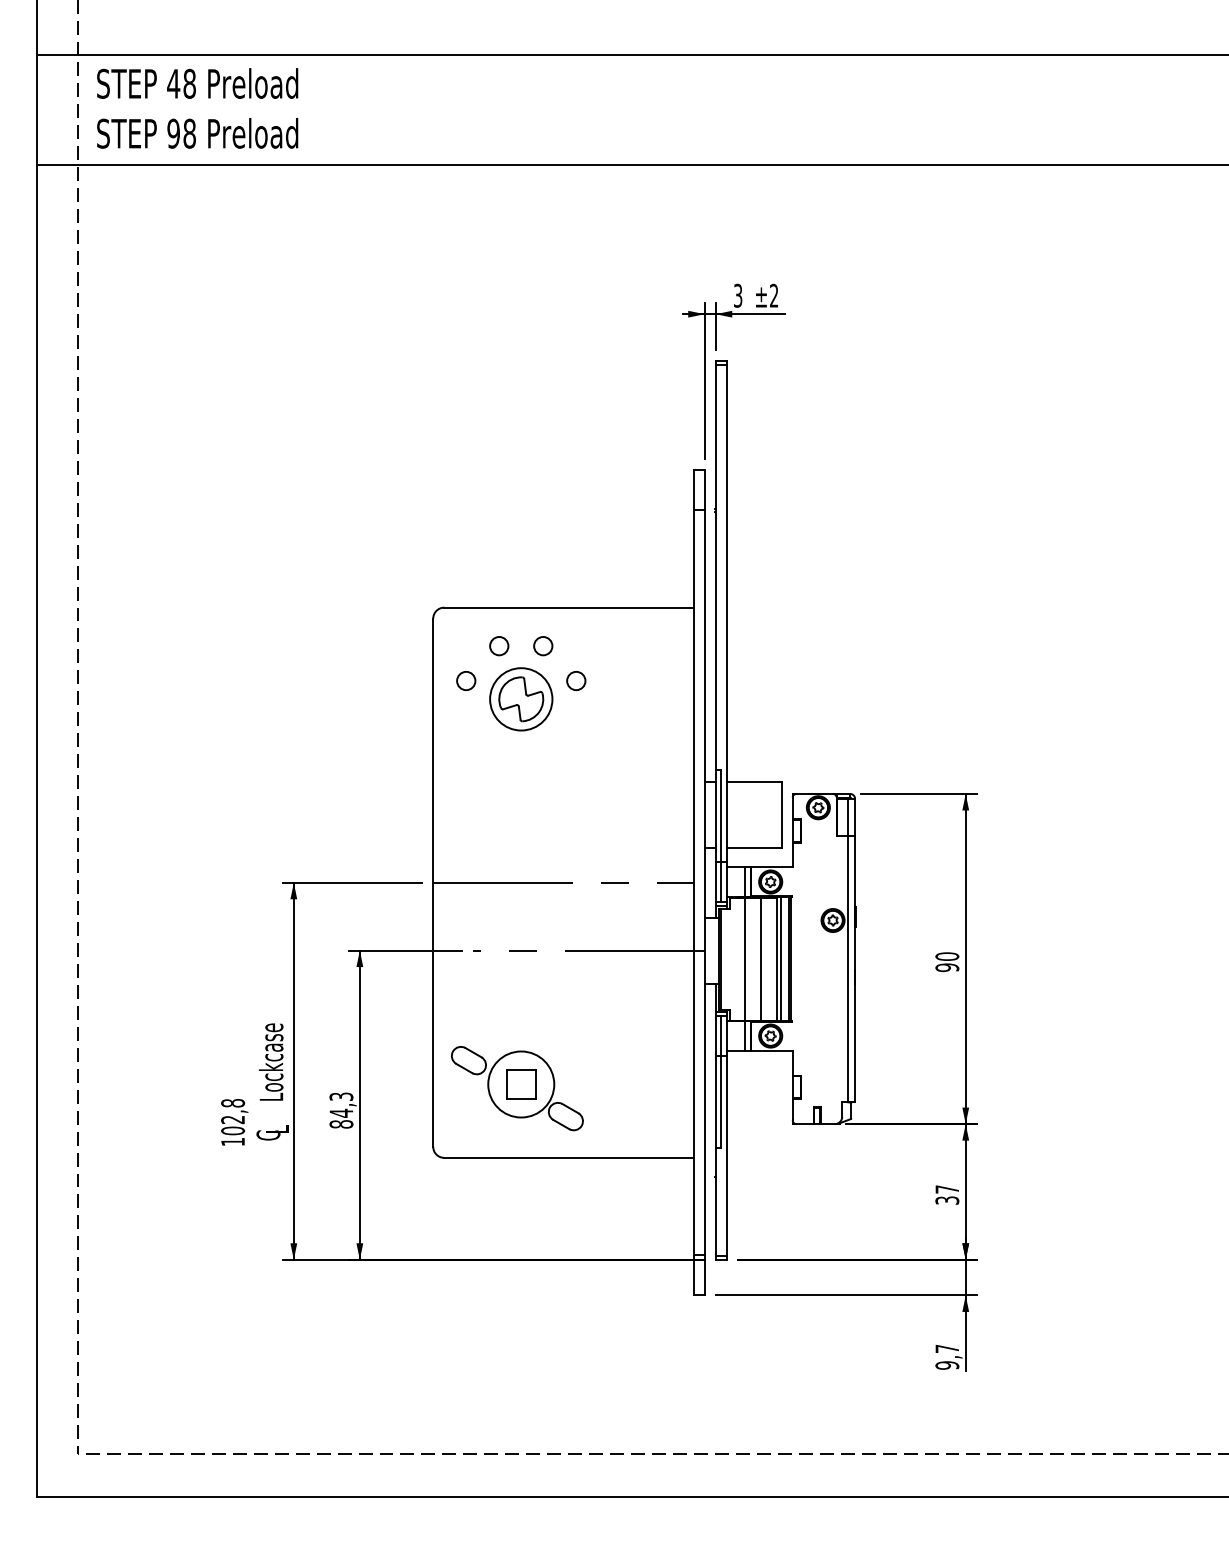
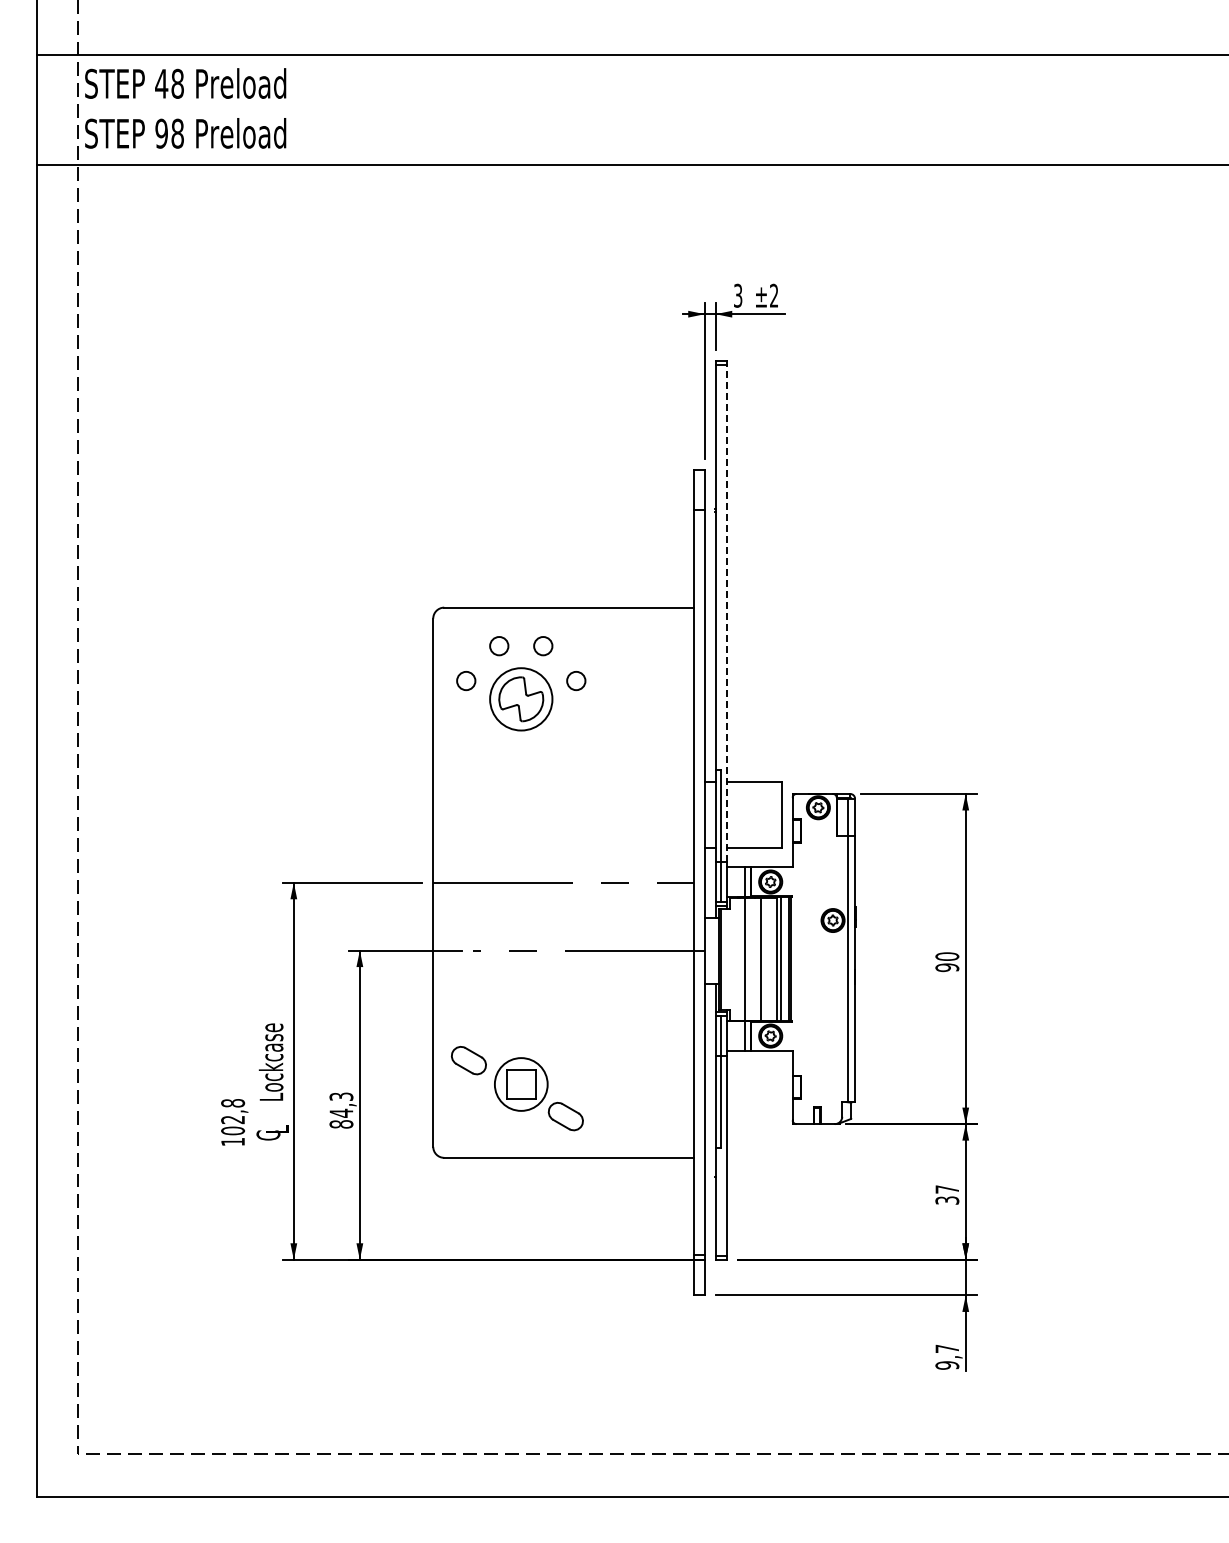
text at (197, 108) position: (197, 108) -> (185, 108)
line at (726, 613): solid -> dashed
circle at (521, 1084) diameter: 66 px -> 53 px
